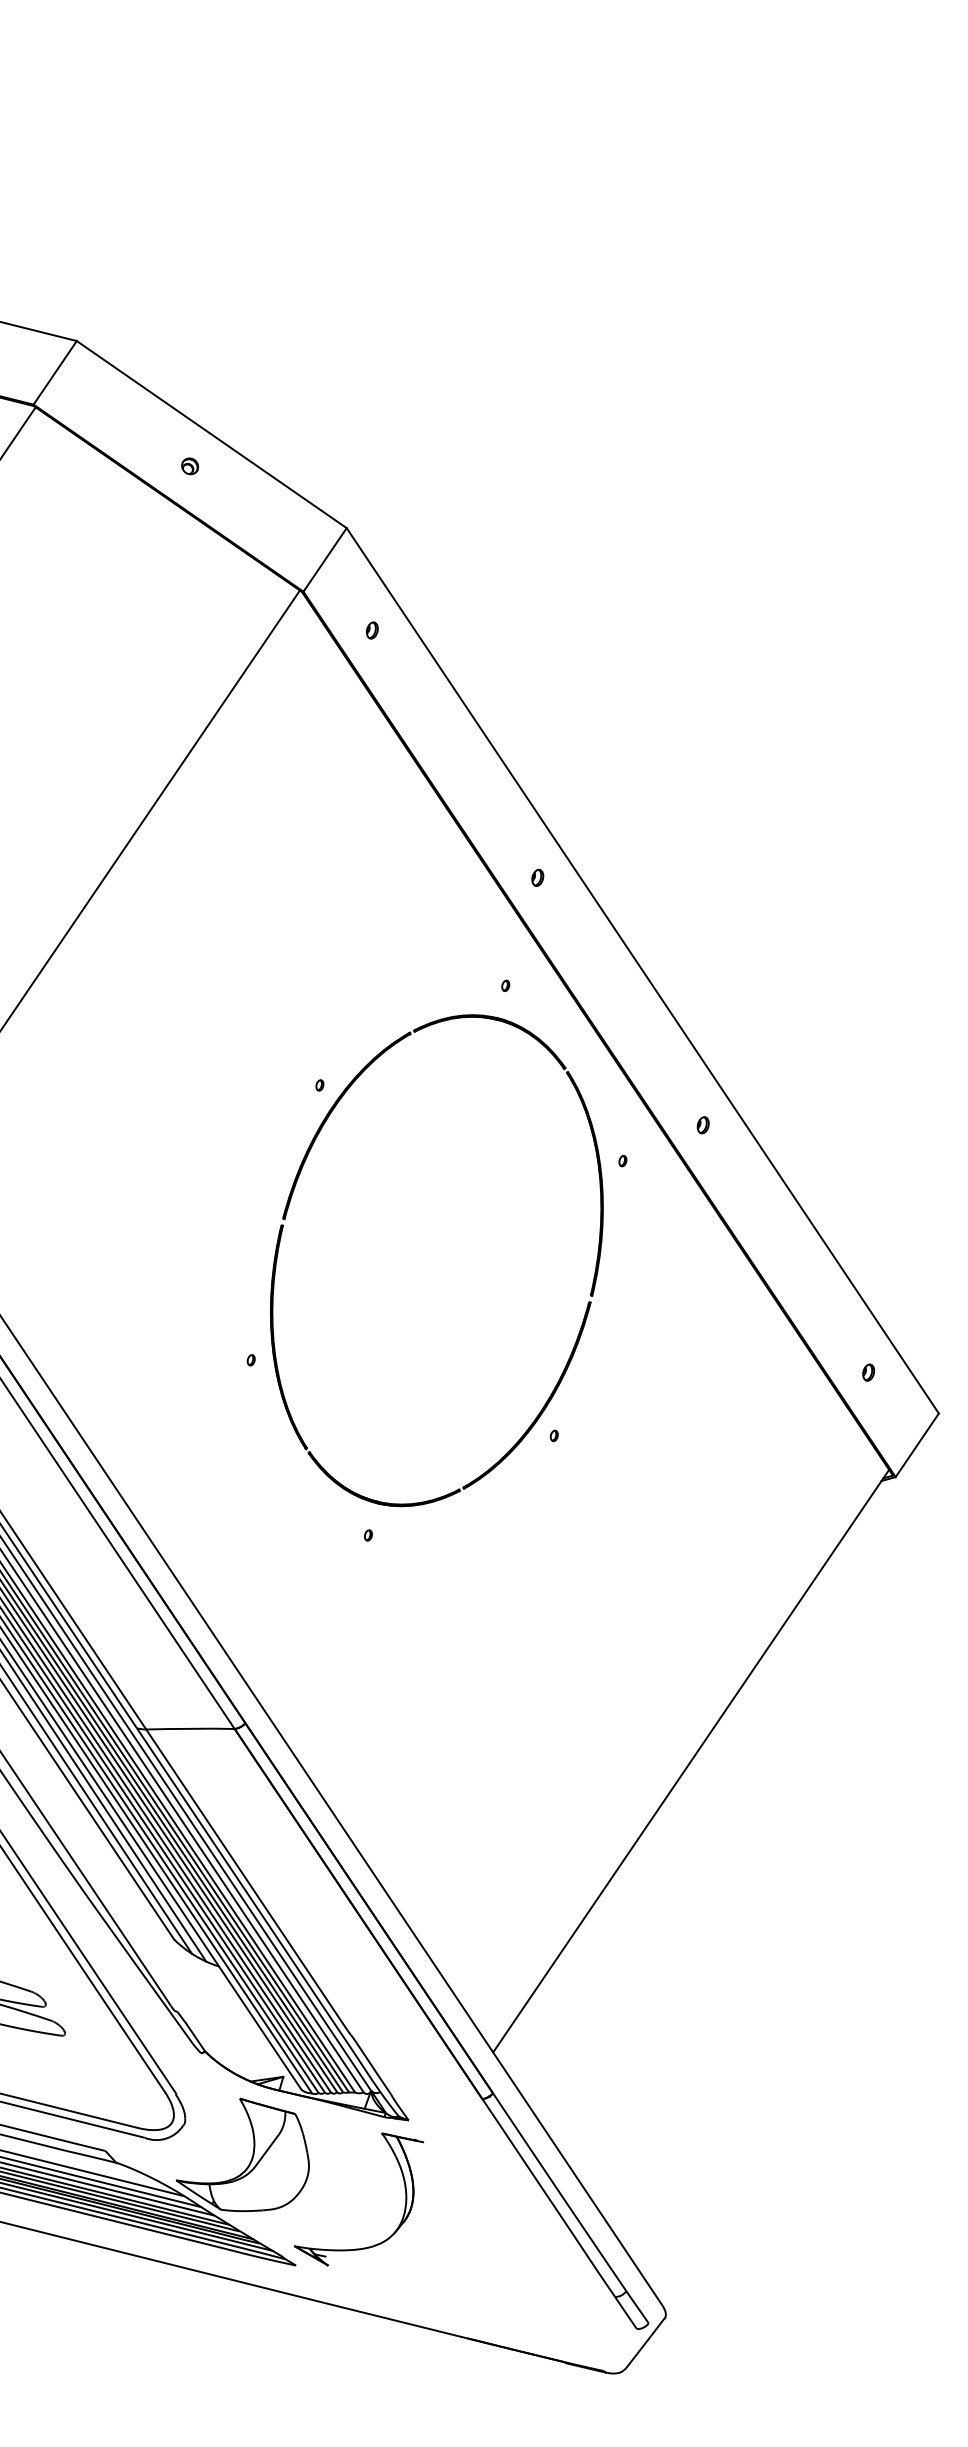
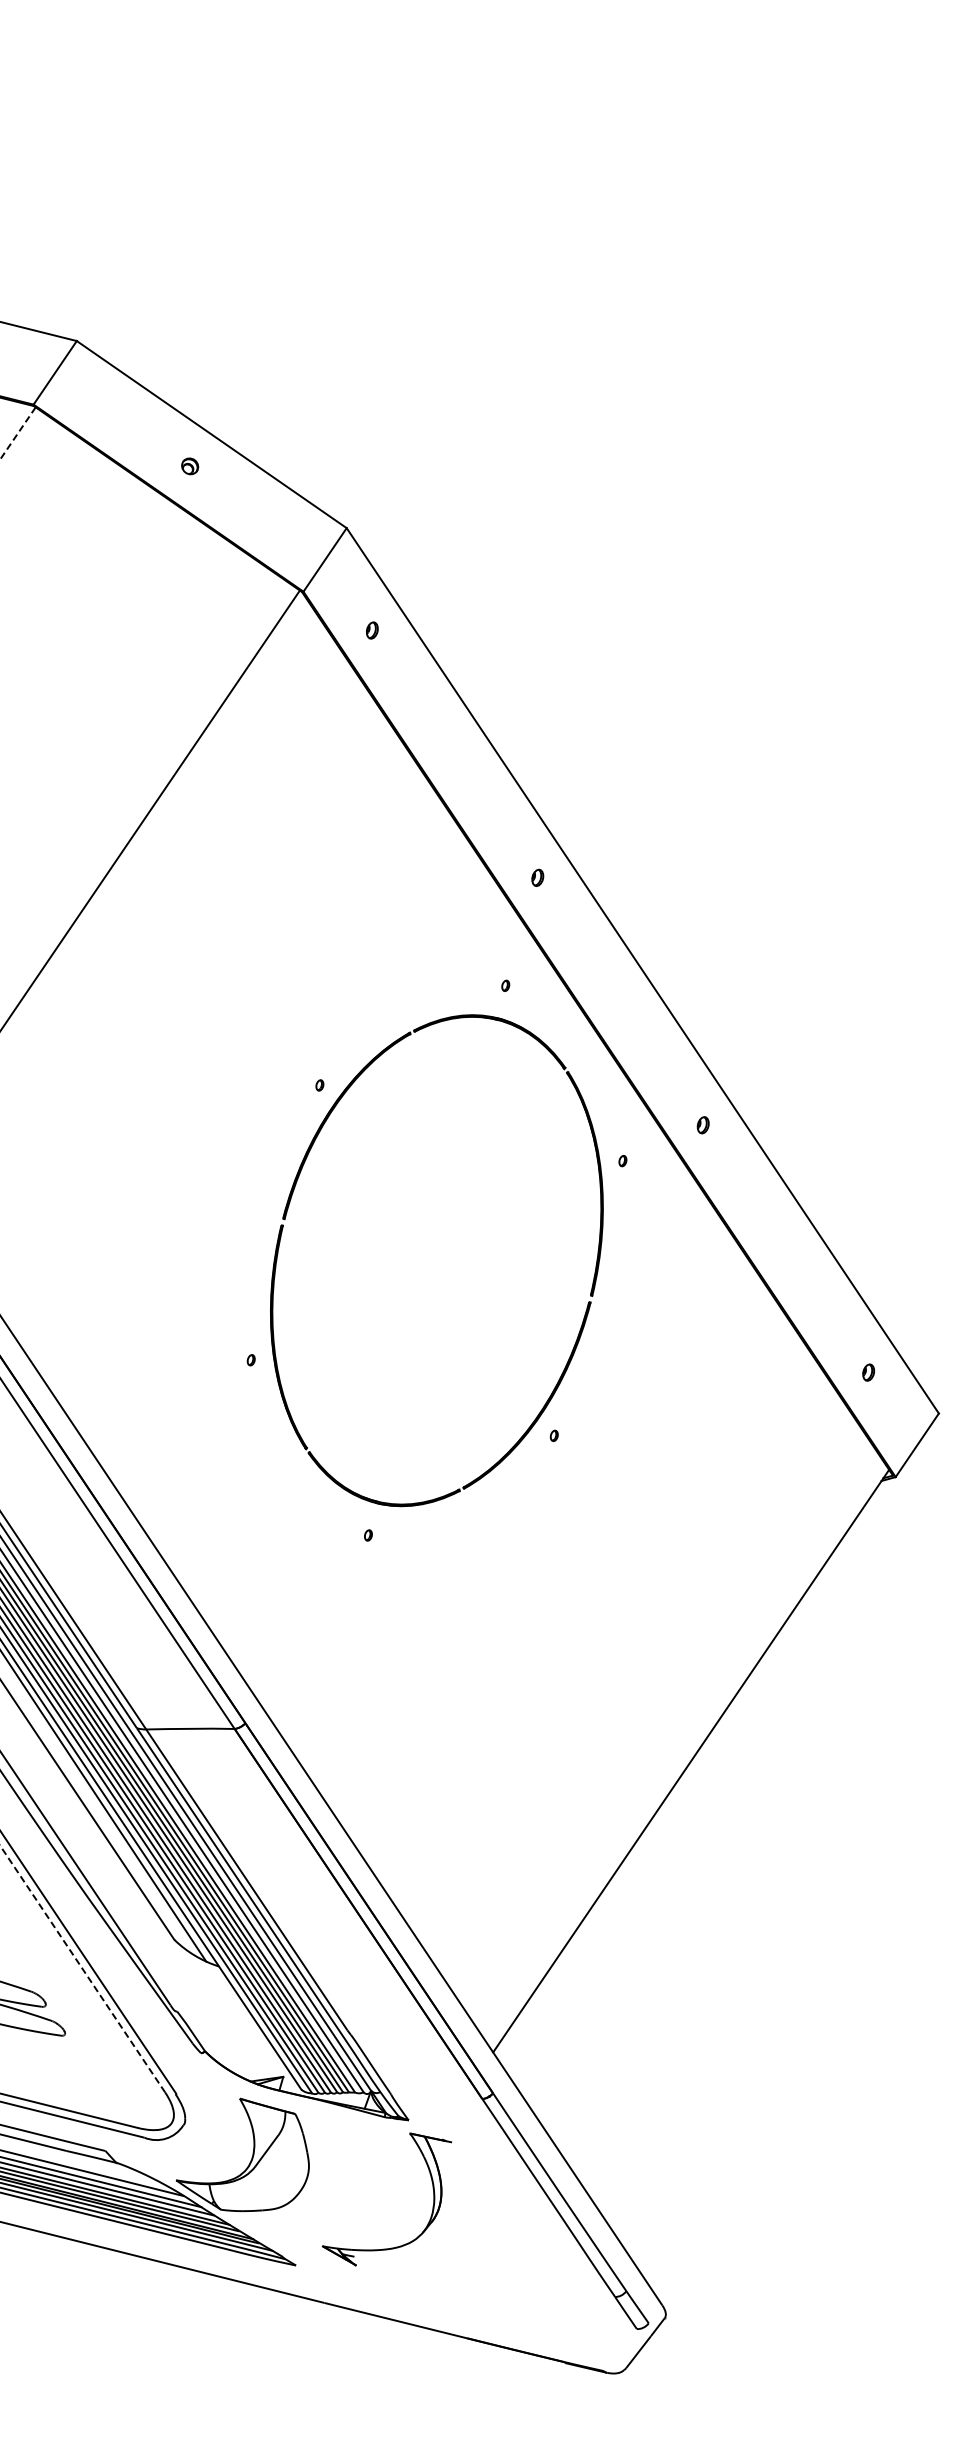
line at (17, 433): solid -> dashed
line at (97, 1810): present -> none
line at (82, 1968): solid -> dashed
part at (404, 2206) position: (404, 2206) -> (432, 2206)
